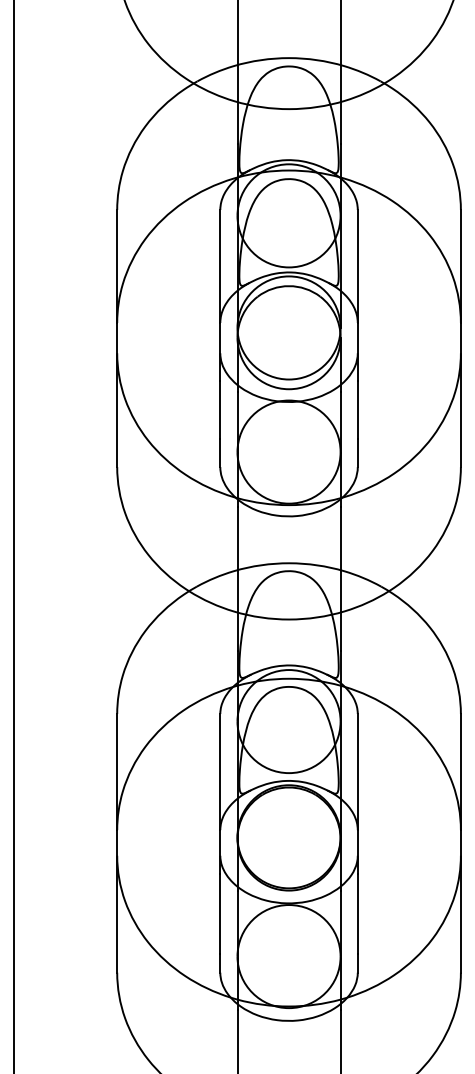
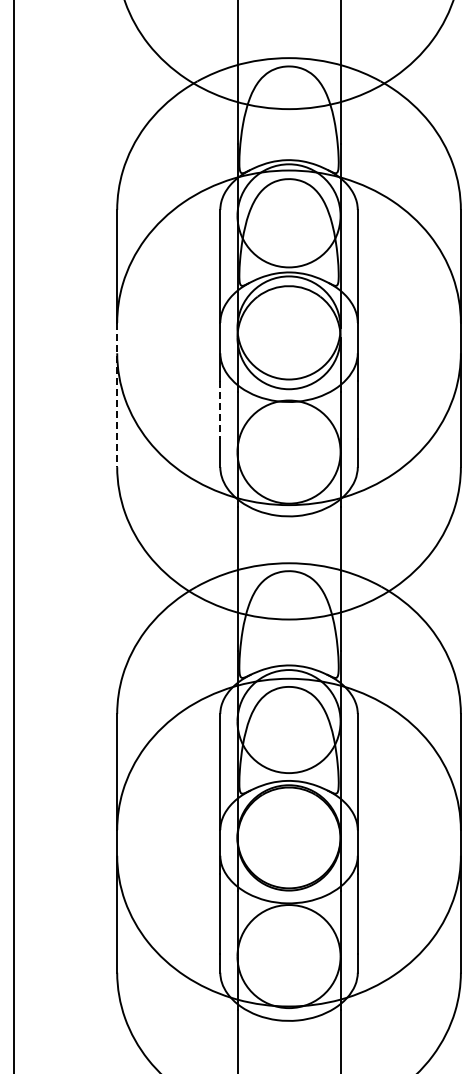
line at (117, 395): solid -> dashed
line at (220, 410): solid -> dashed
